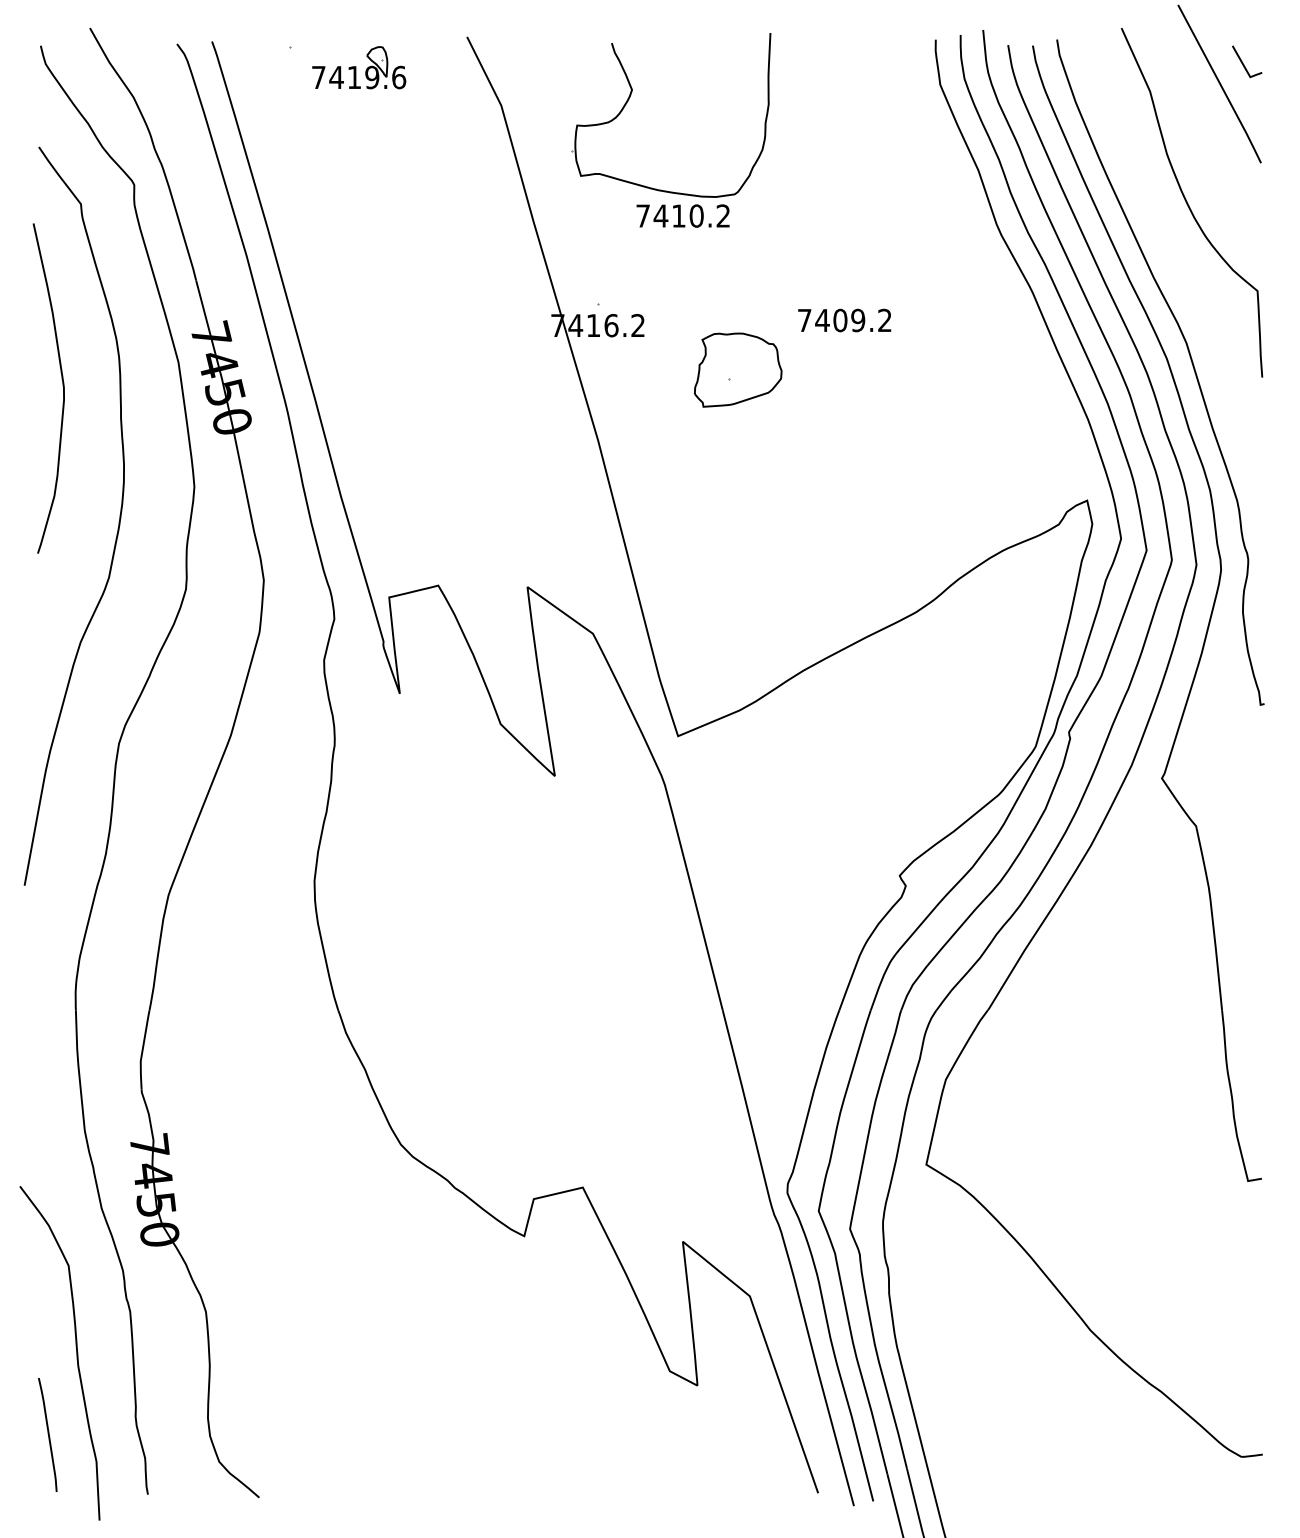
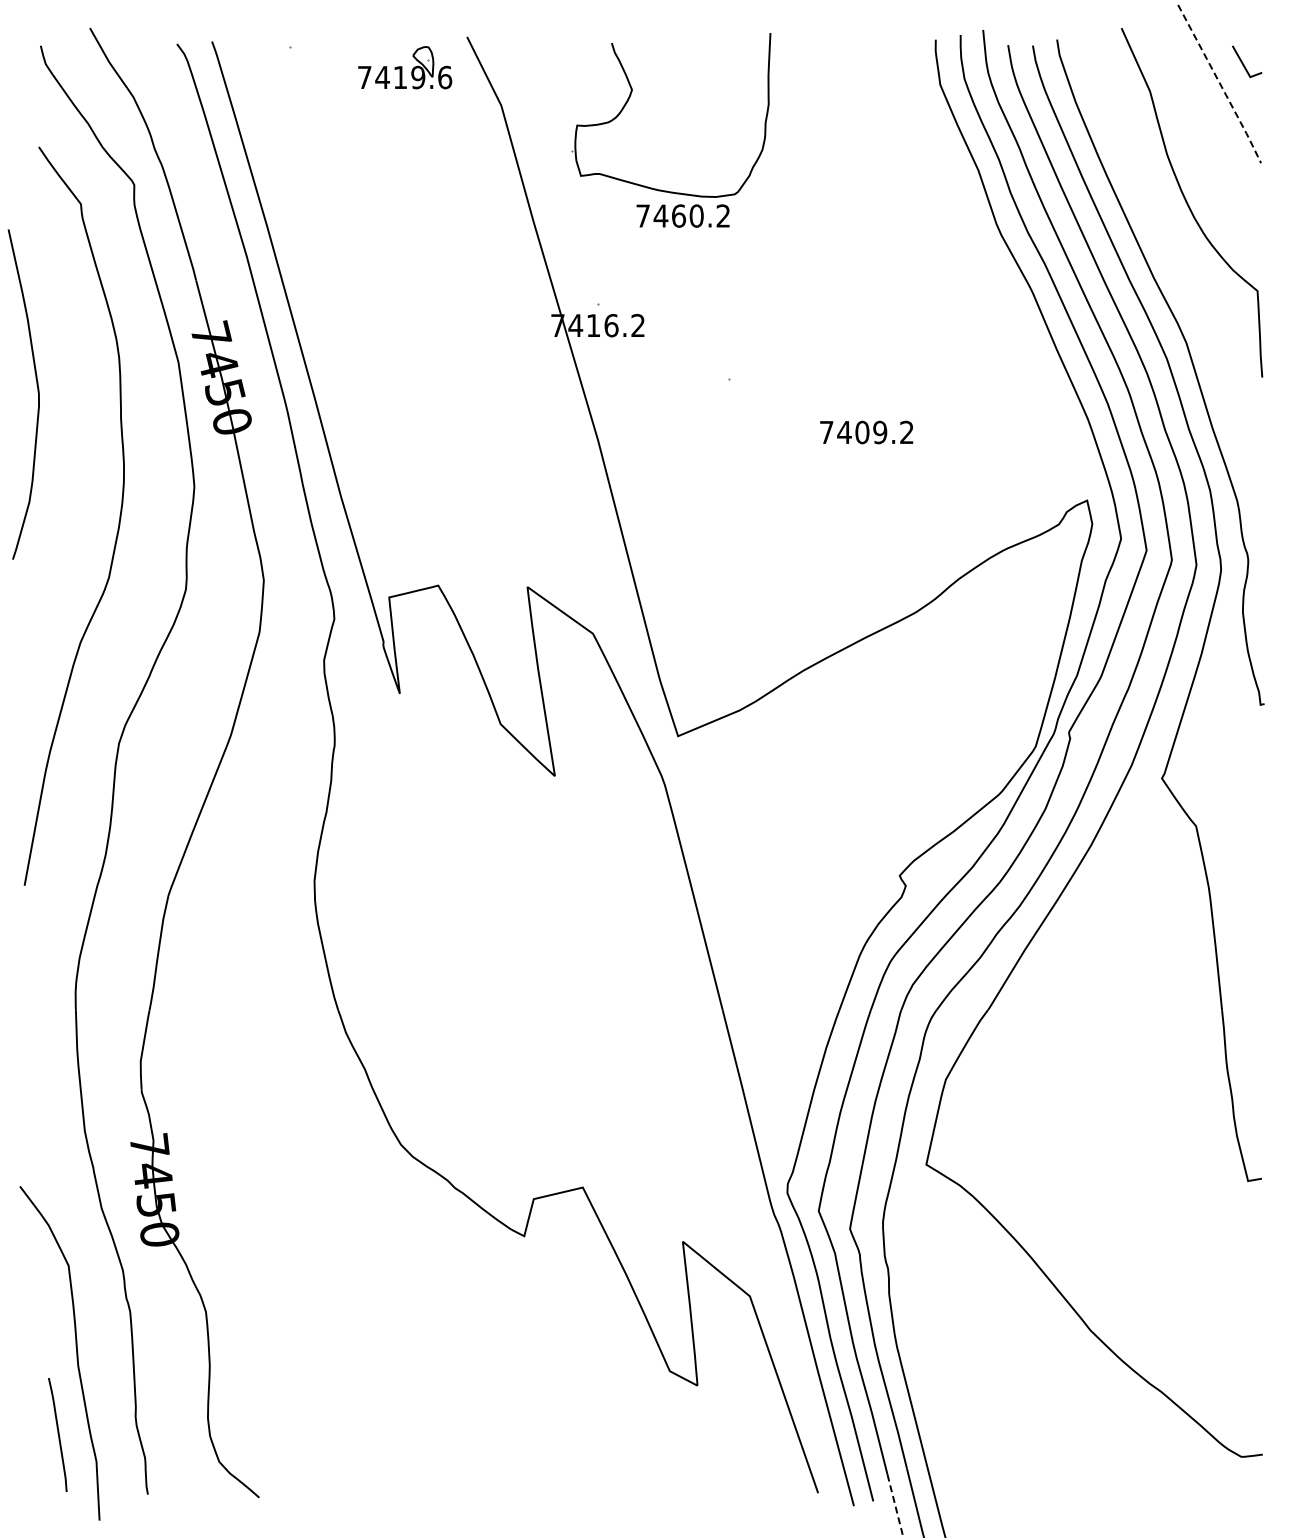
part at (359, 67) position: (359, 67) -> (405, 67)
line at (1220, 85): solid -> dashed
text at (678, 215): 7410.2 -> 7460.2
text at (844, 320) position: (844, 320) -> (866, 432)
part at (738, 369): present -> none
curve at (62, 386) position: (62, 386) -> (37, 392)
curve at (47, 1434) position: (47, 1434) -> (57, 1434)
line at (895, 1506): solid -> dashed
